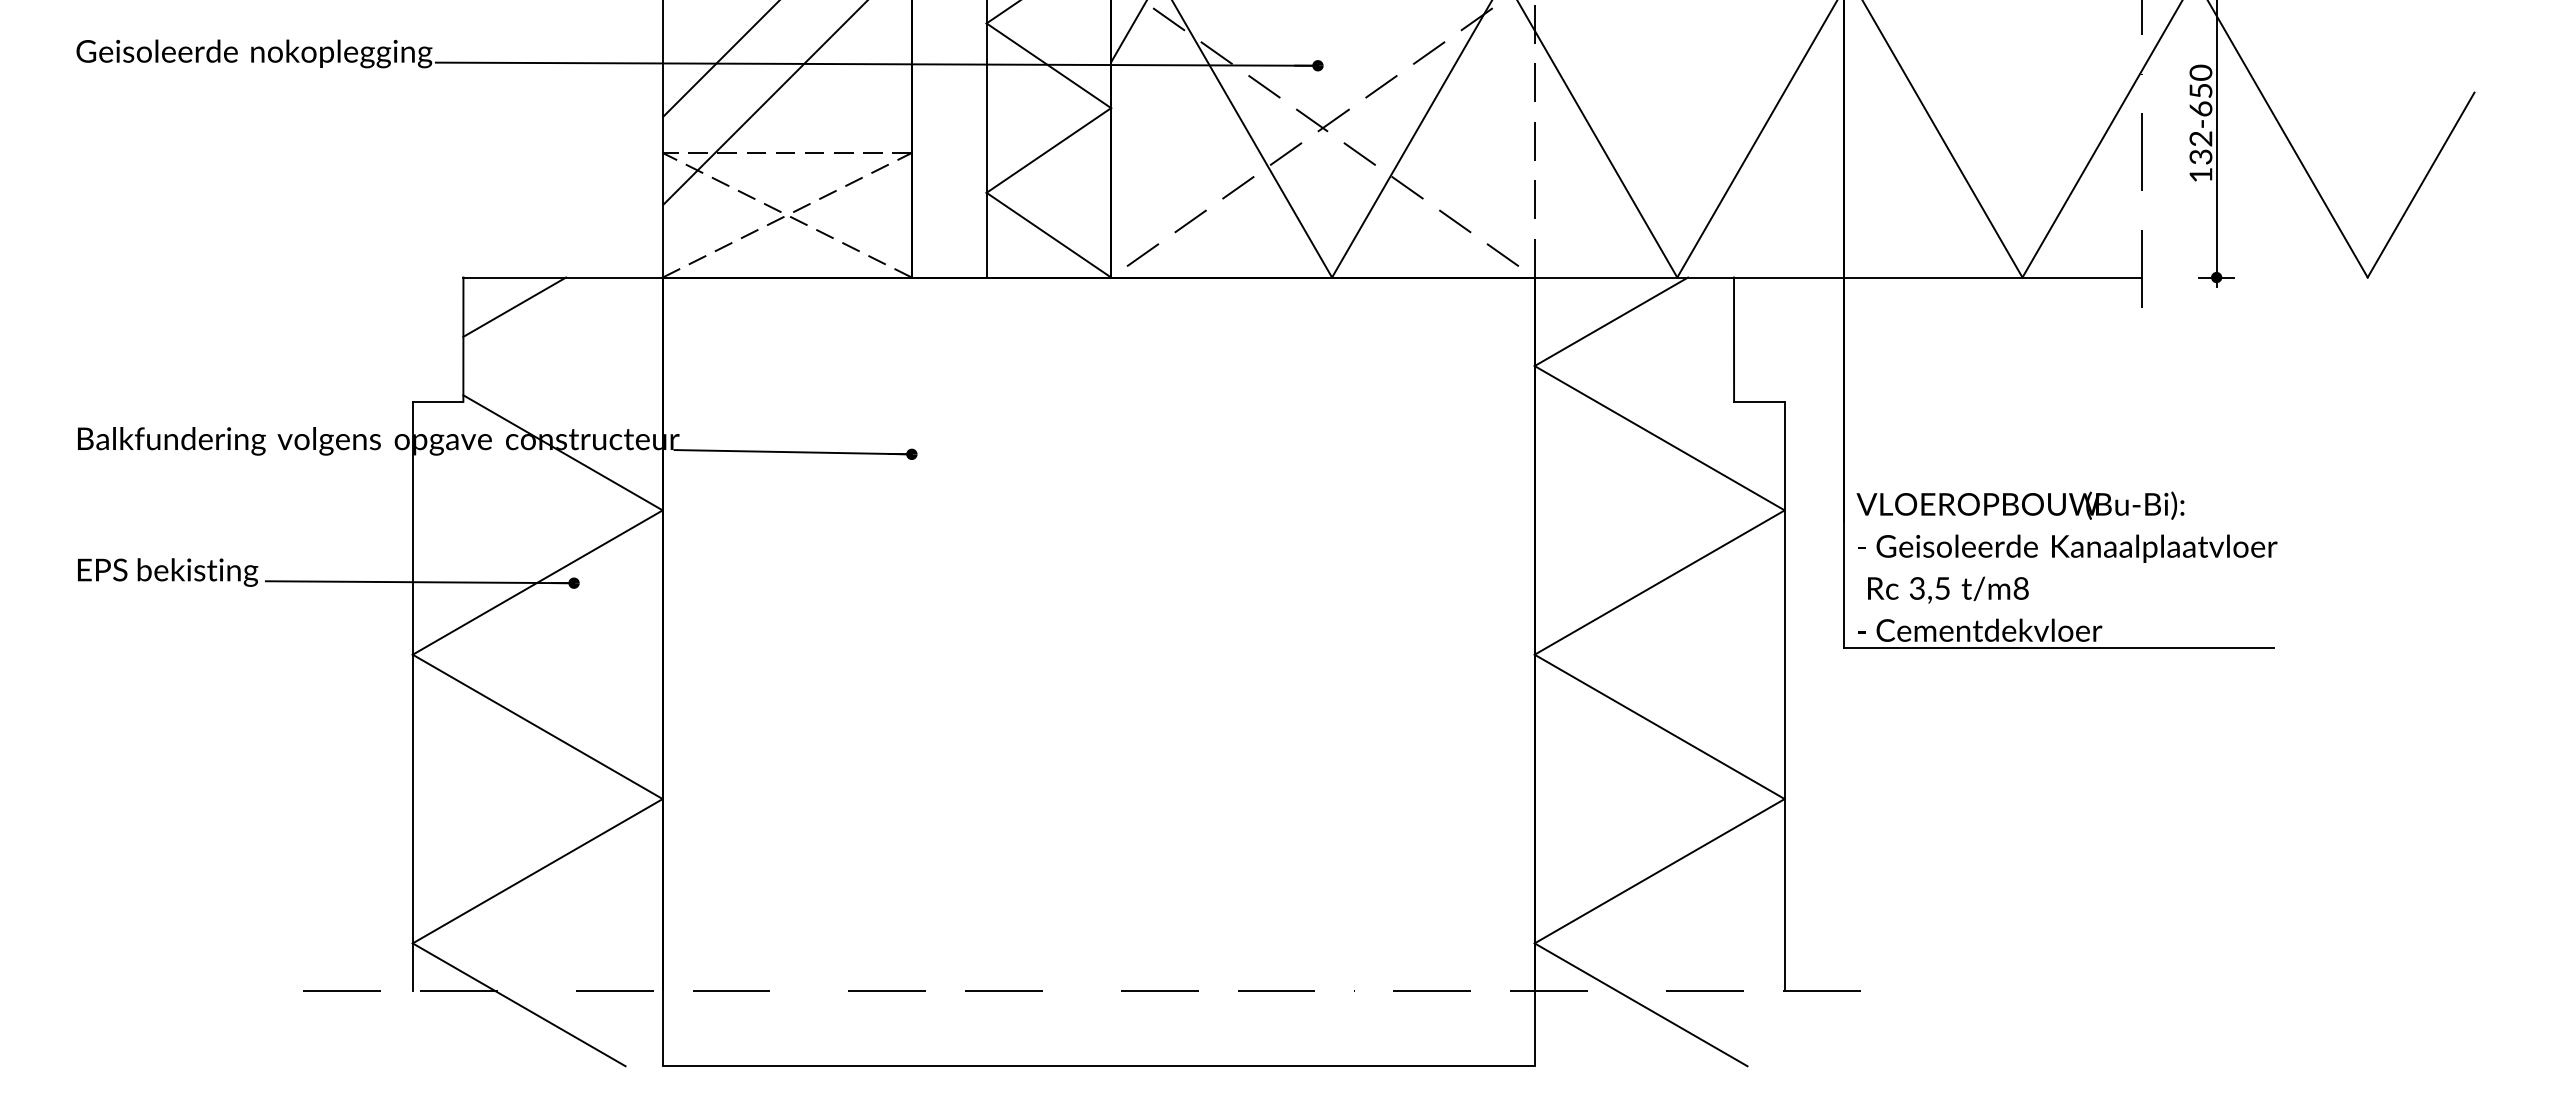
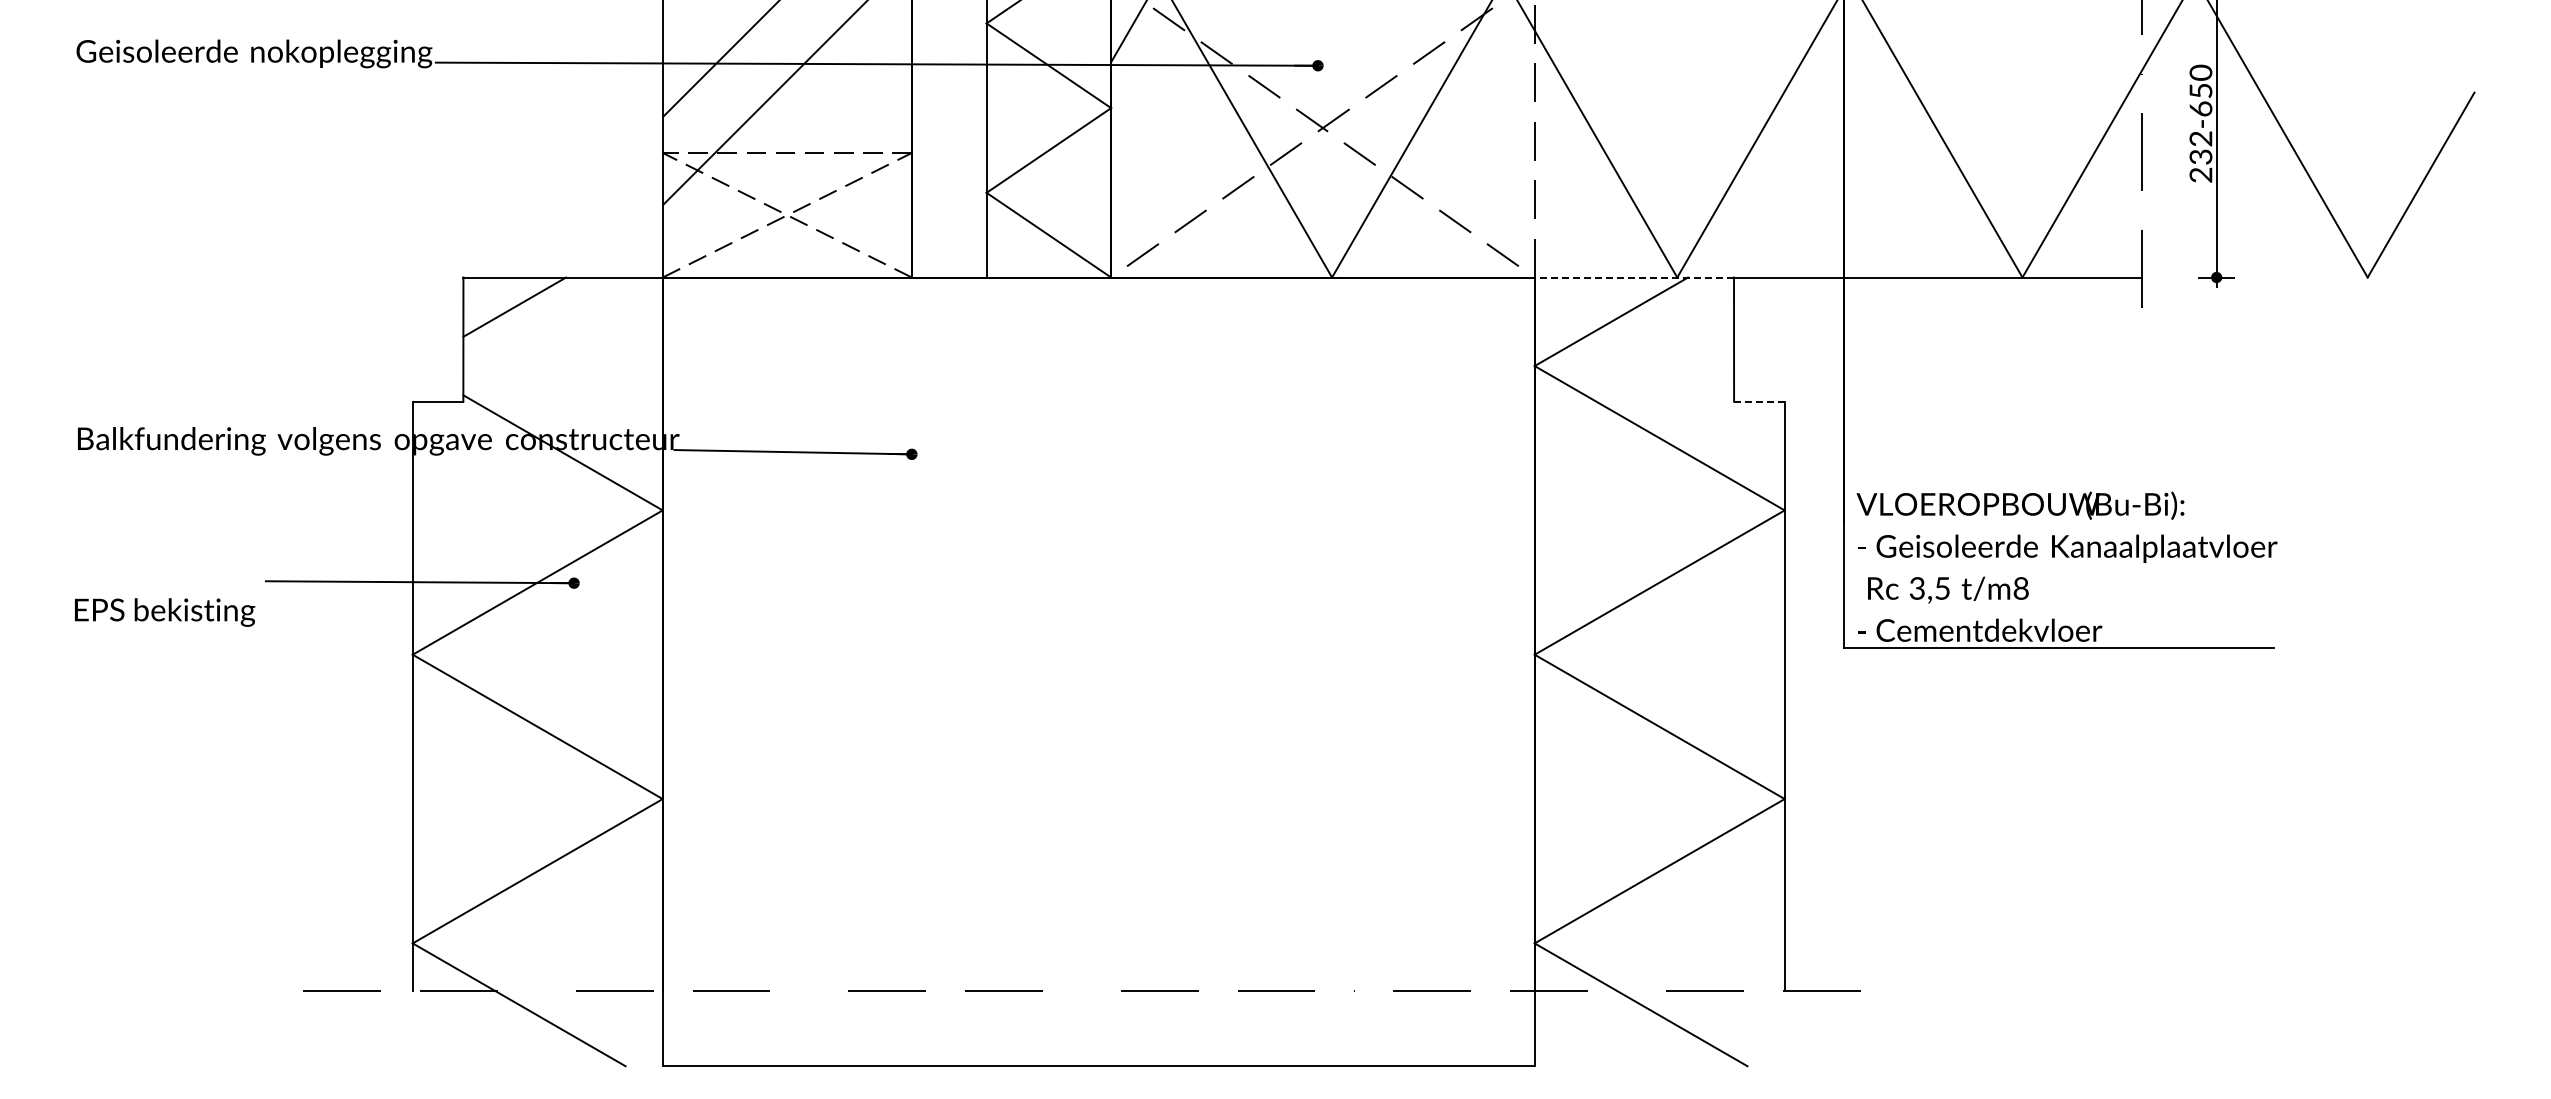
text at (2200, 174): 132-650 -> 232-650
line at (1634, 277): solid -> dashed
line at (1758, 401): solid -> dashed
text at (168, 572) position: (168, 572) -> (165, 612)
